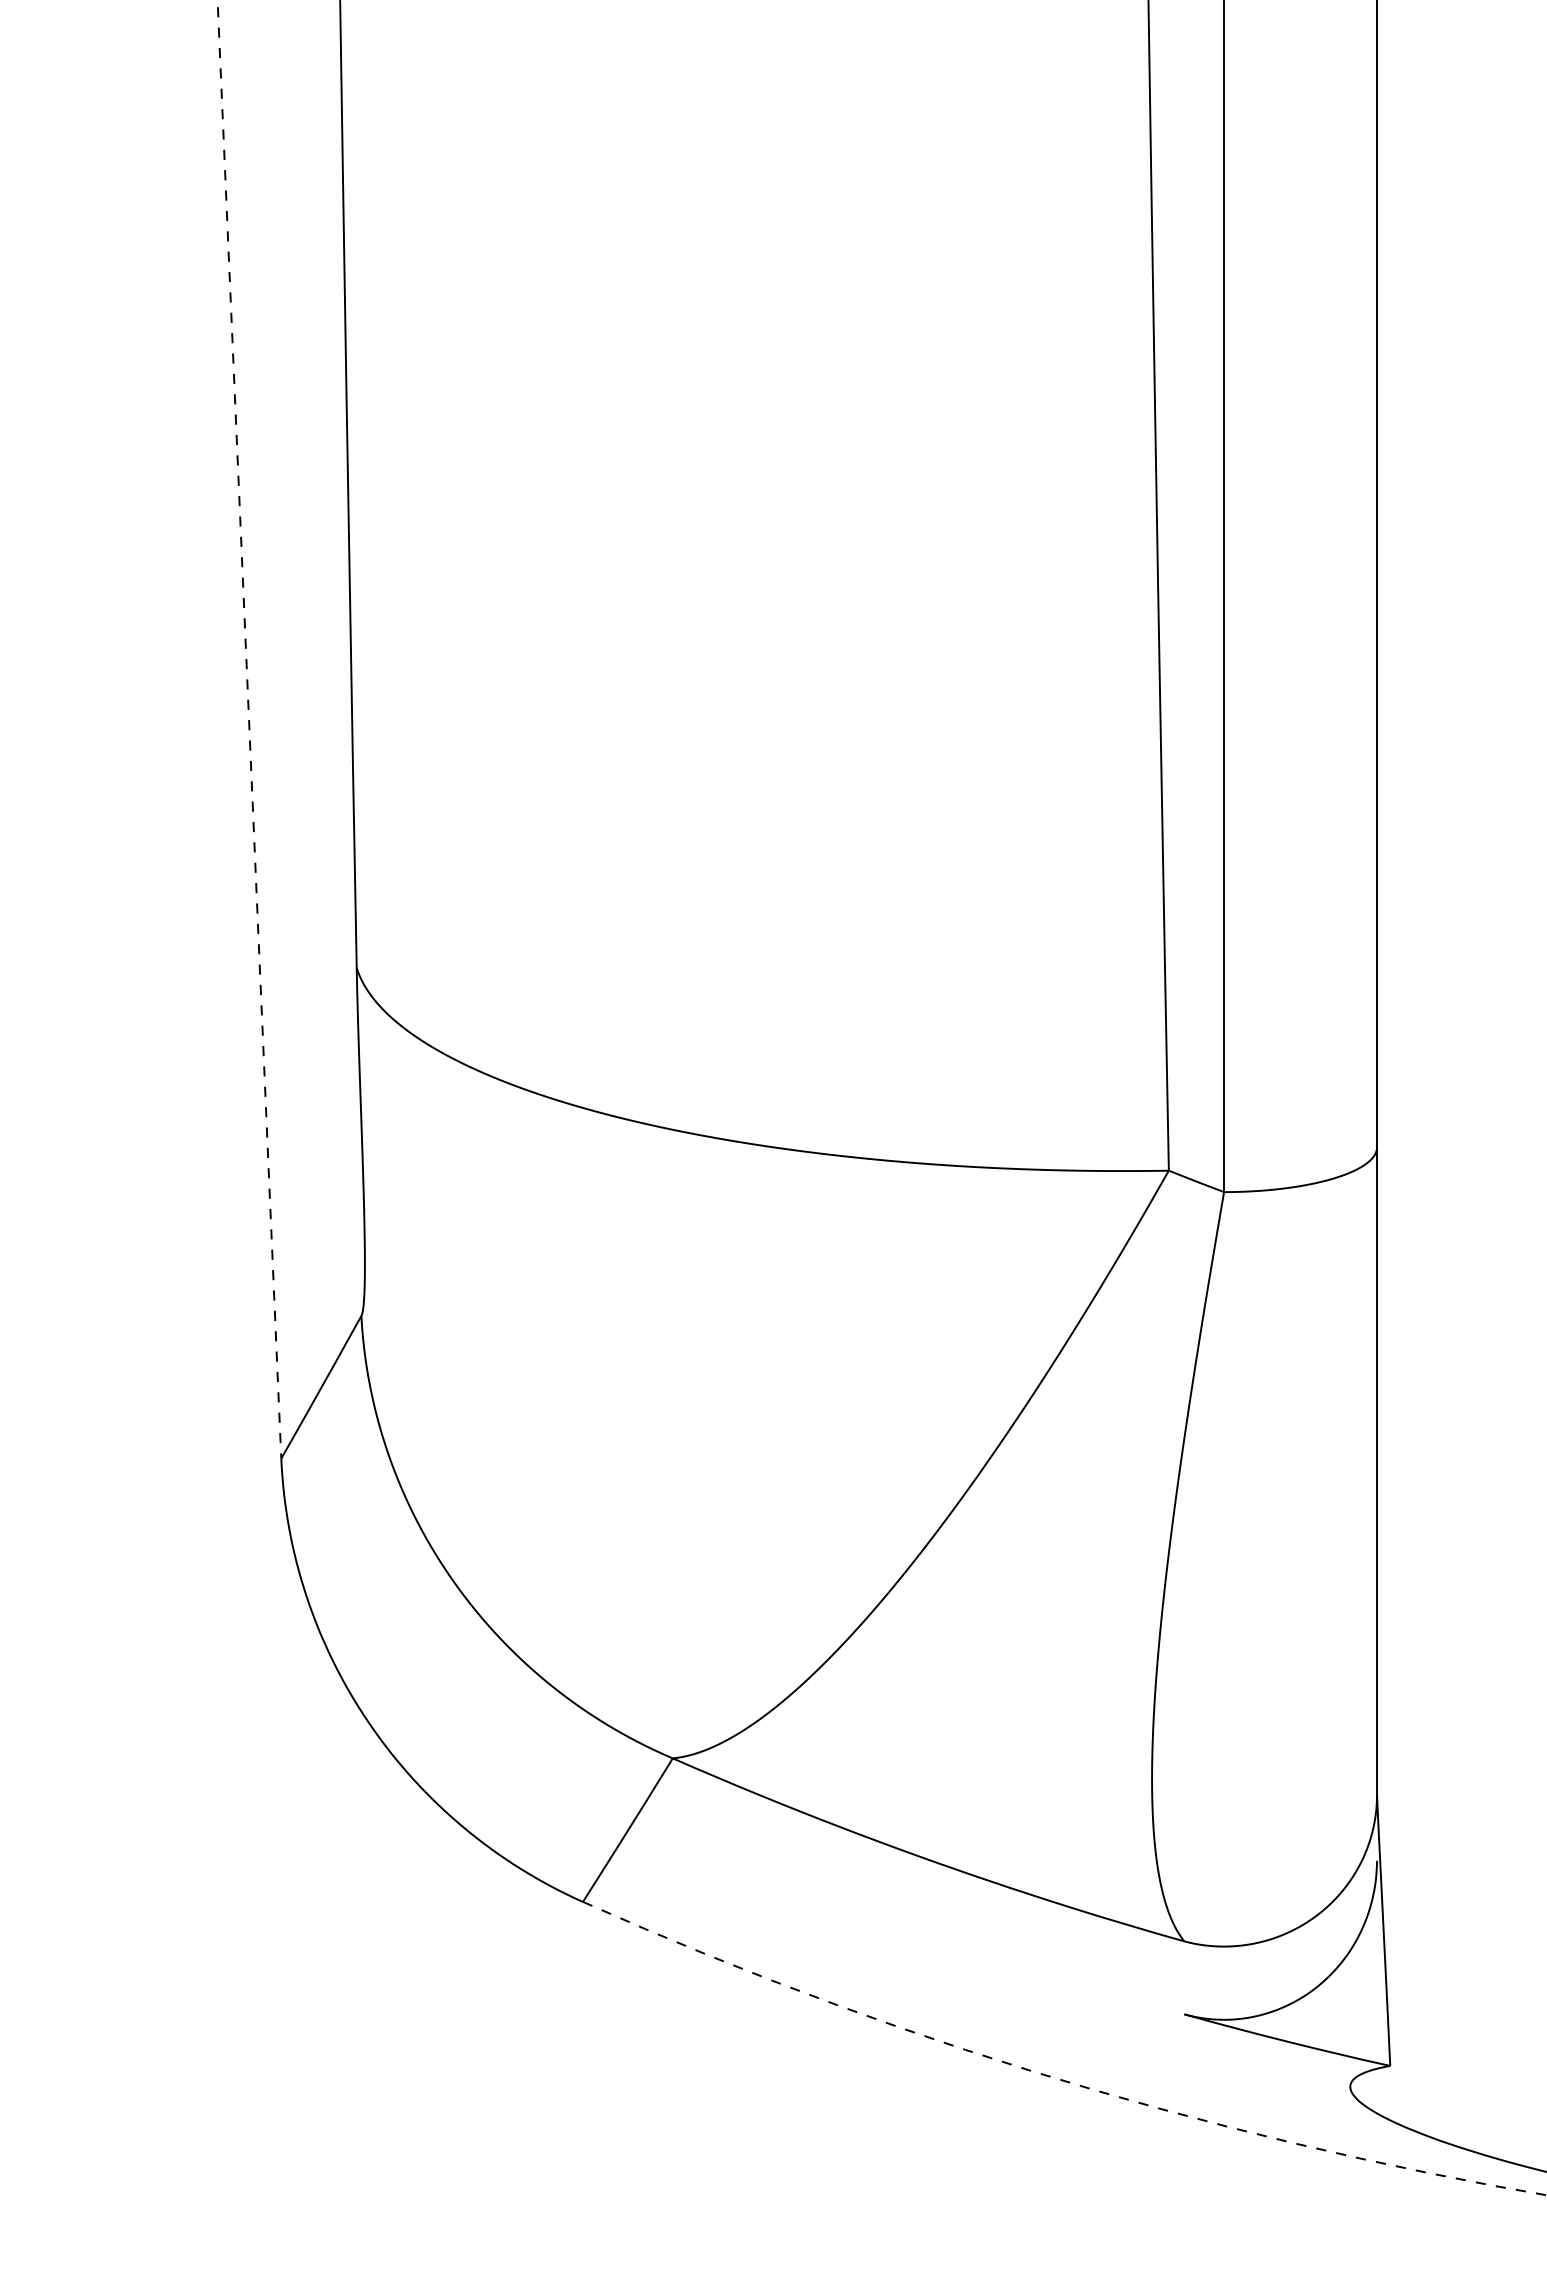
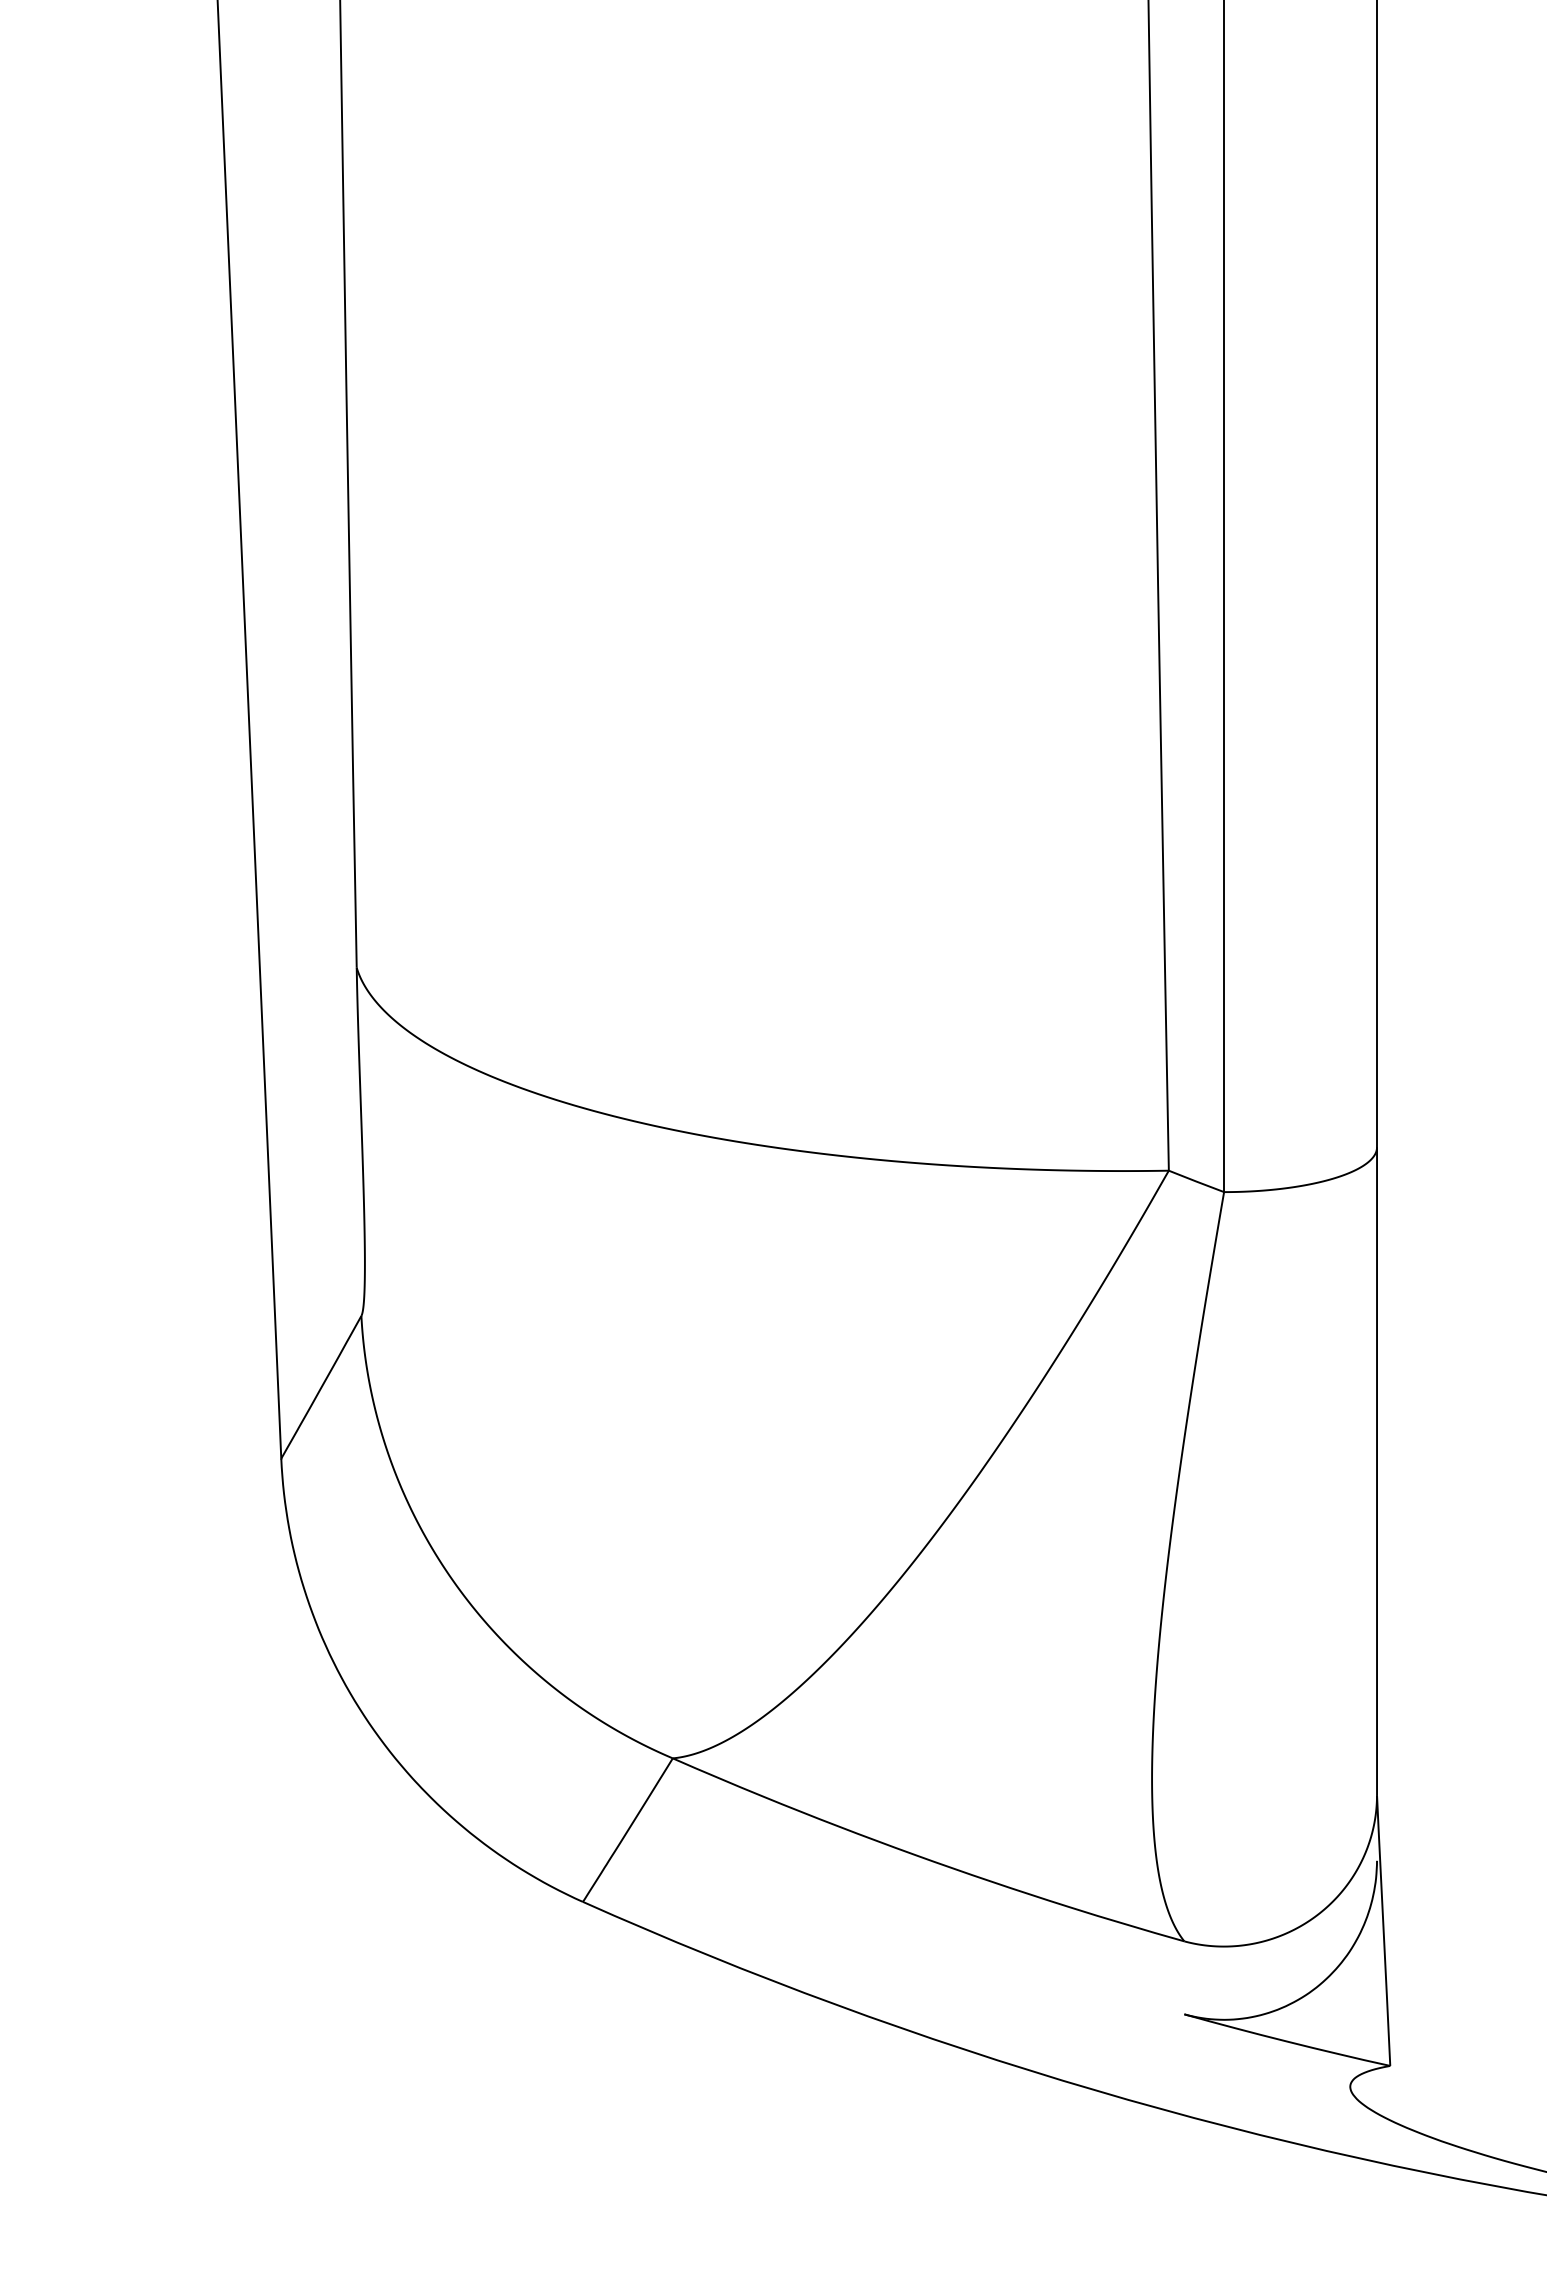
line at (249, 729): dashed -> solid
arc at (1056, 2078): dashed -> solid
